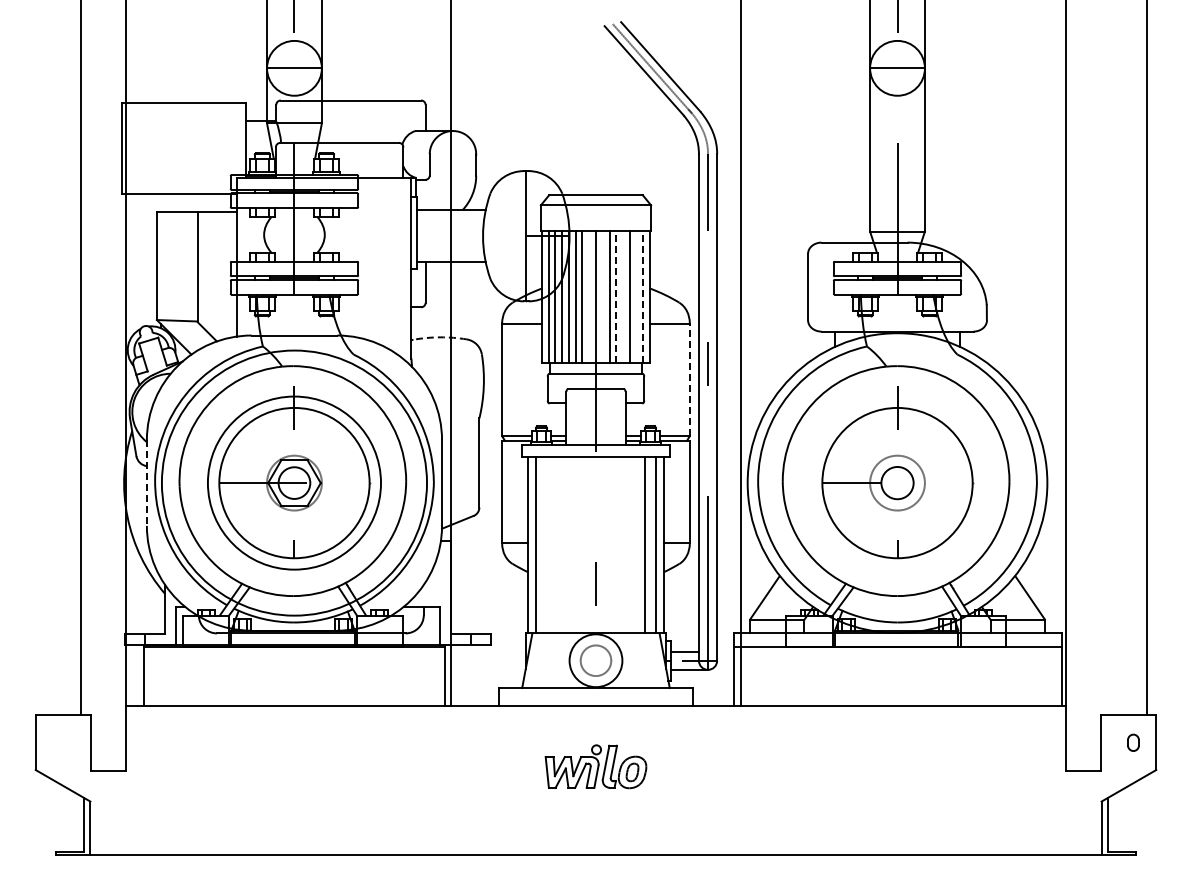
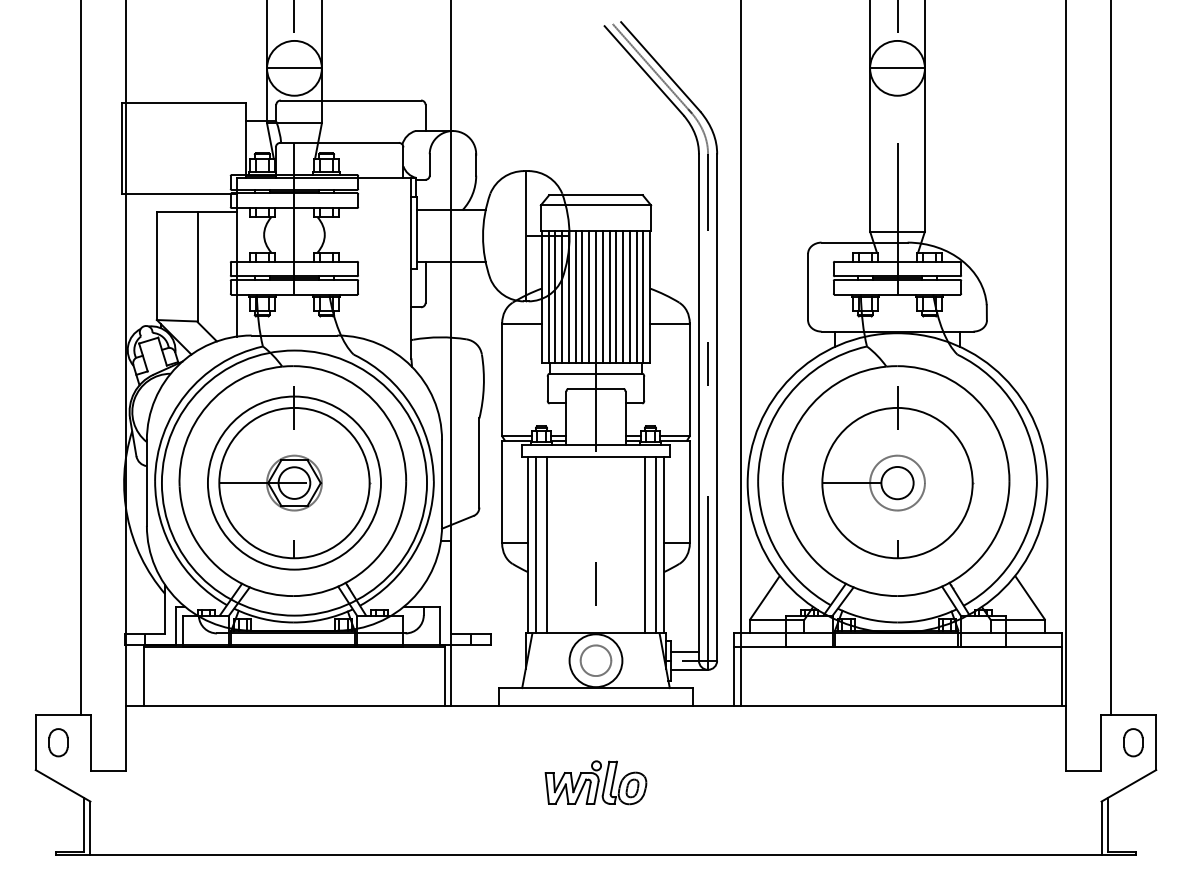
line at (589, 296): none -> present
line at (602, 296): none -> present
line at (616, 296): dashed -> solid
line at (623, 296): none -> present
line at (636, 296): none -> present
line at (643, 296): dashed -> solid
arc at (440, 337): dashed -> solid
line at (1147, 358) position: (1147, 358) -> (1111, 358)
line at (689, 379): dashed -> solid
line at (146, 483): dashed -> solid
line at (546, 544): none -> present
part at (58, 742): none -> present
part at (1133, 742) size: 13x19 px -> 21x30 px
part at (595, 766) position: (595, 766) -> (595, 782)
